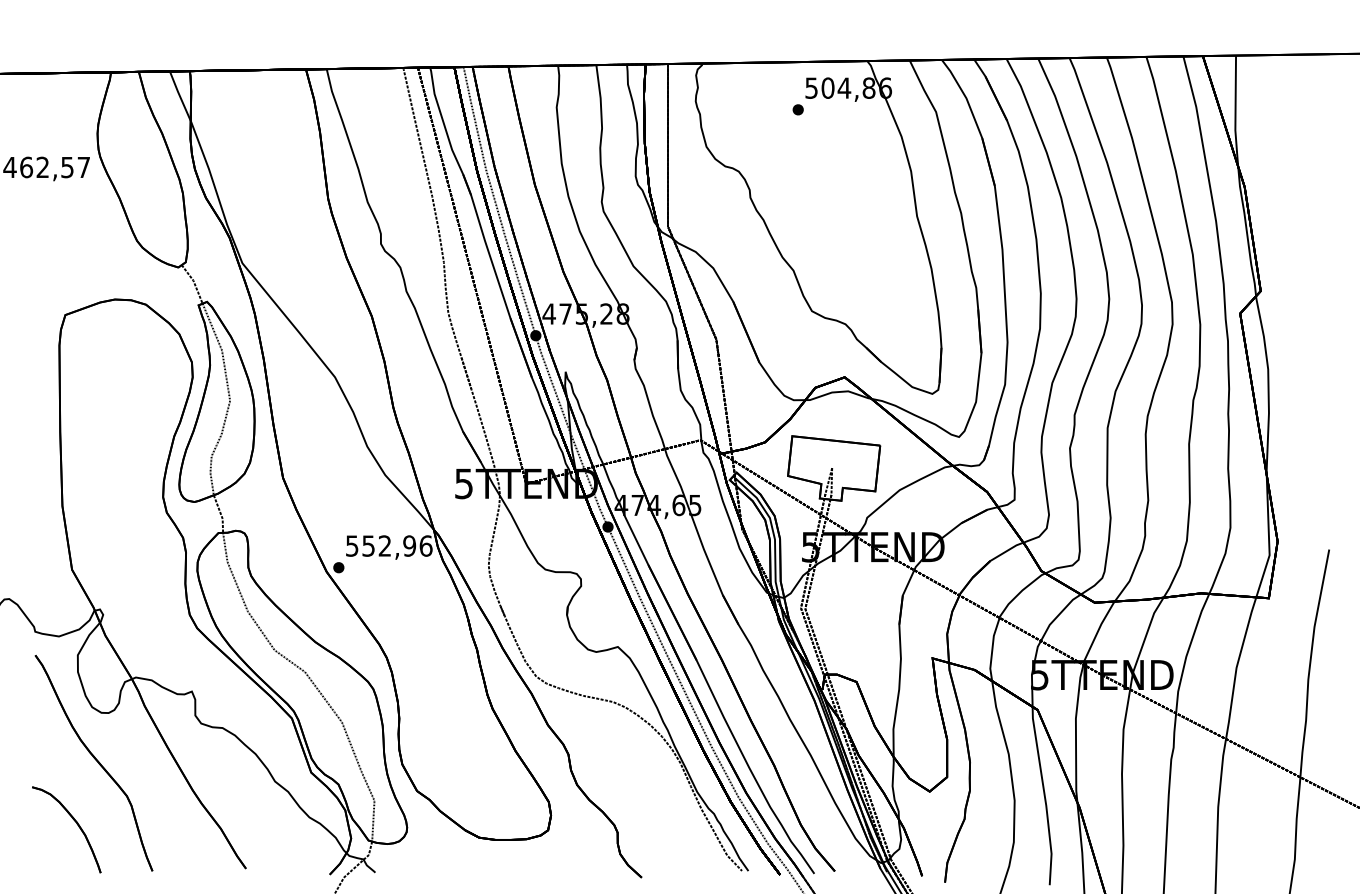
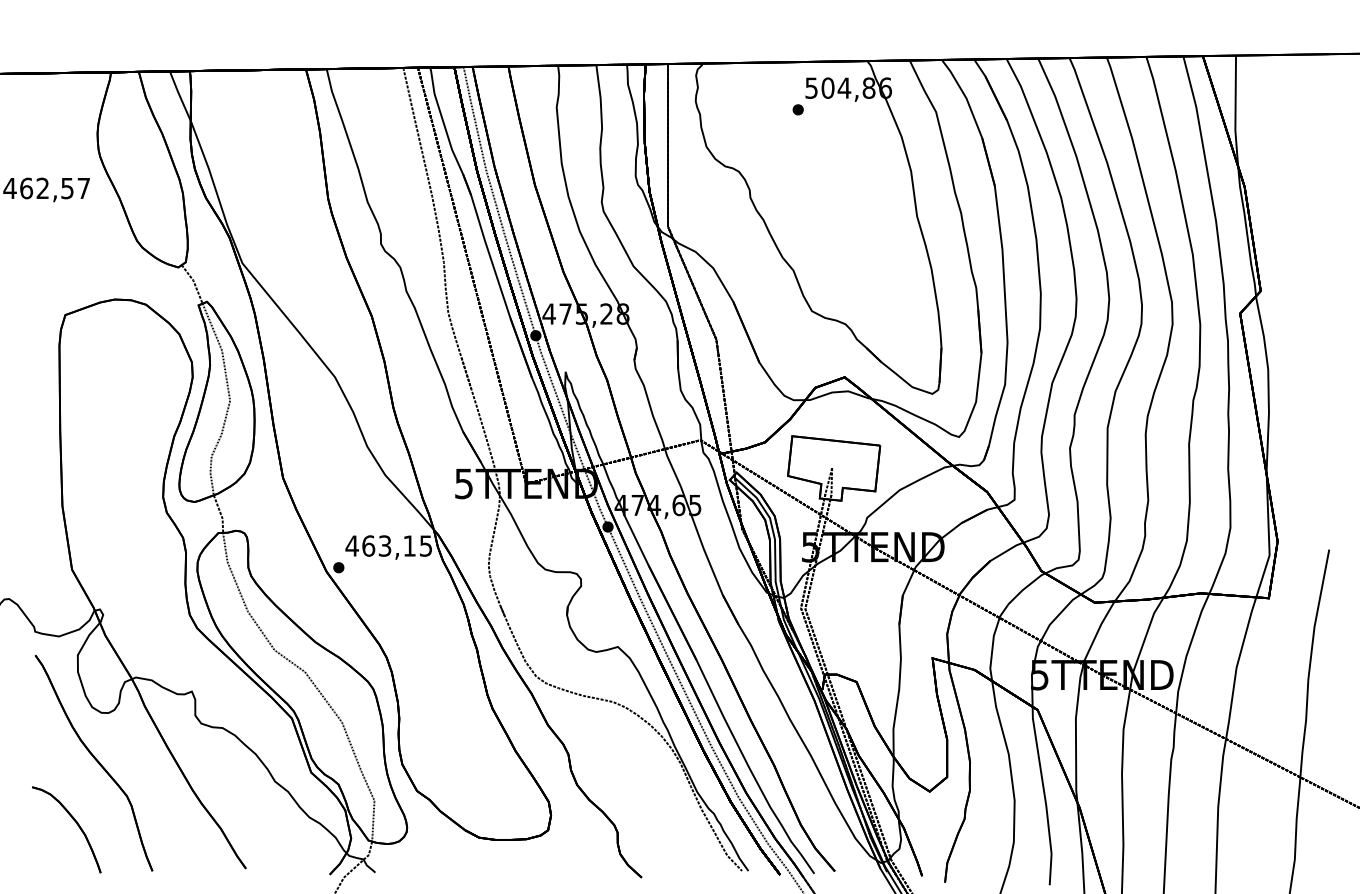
text at (46, 168) position: (46, 168) -> (46, 189)
text at (388, 545): 552,96 -> 463,15
